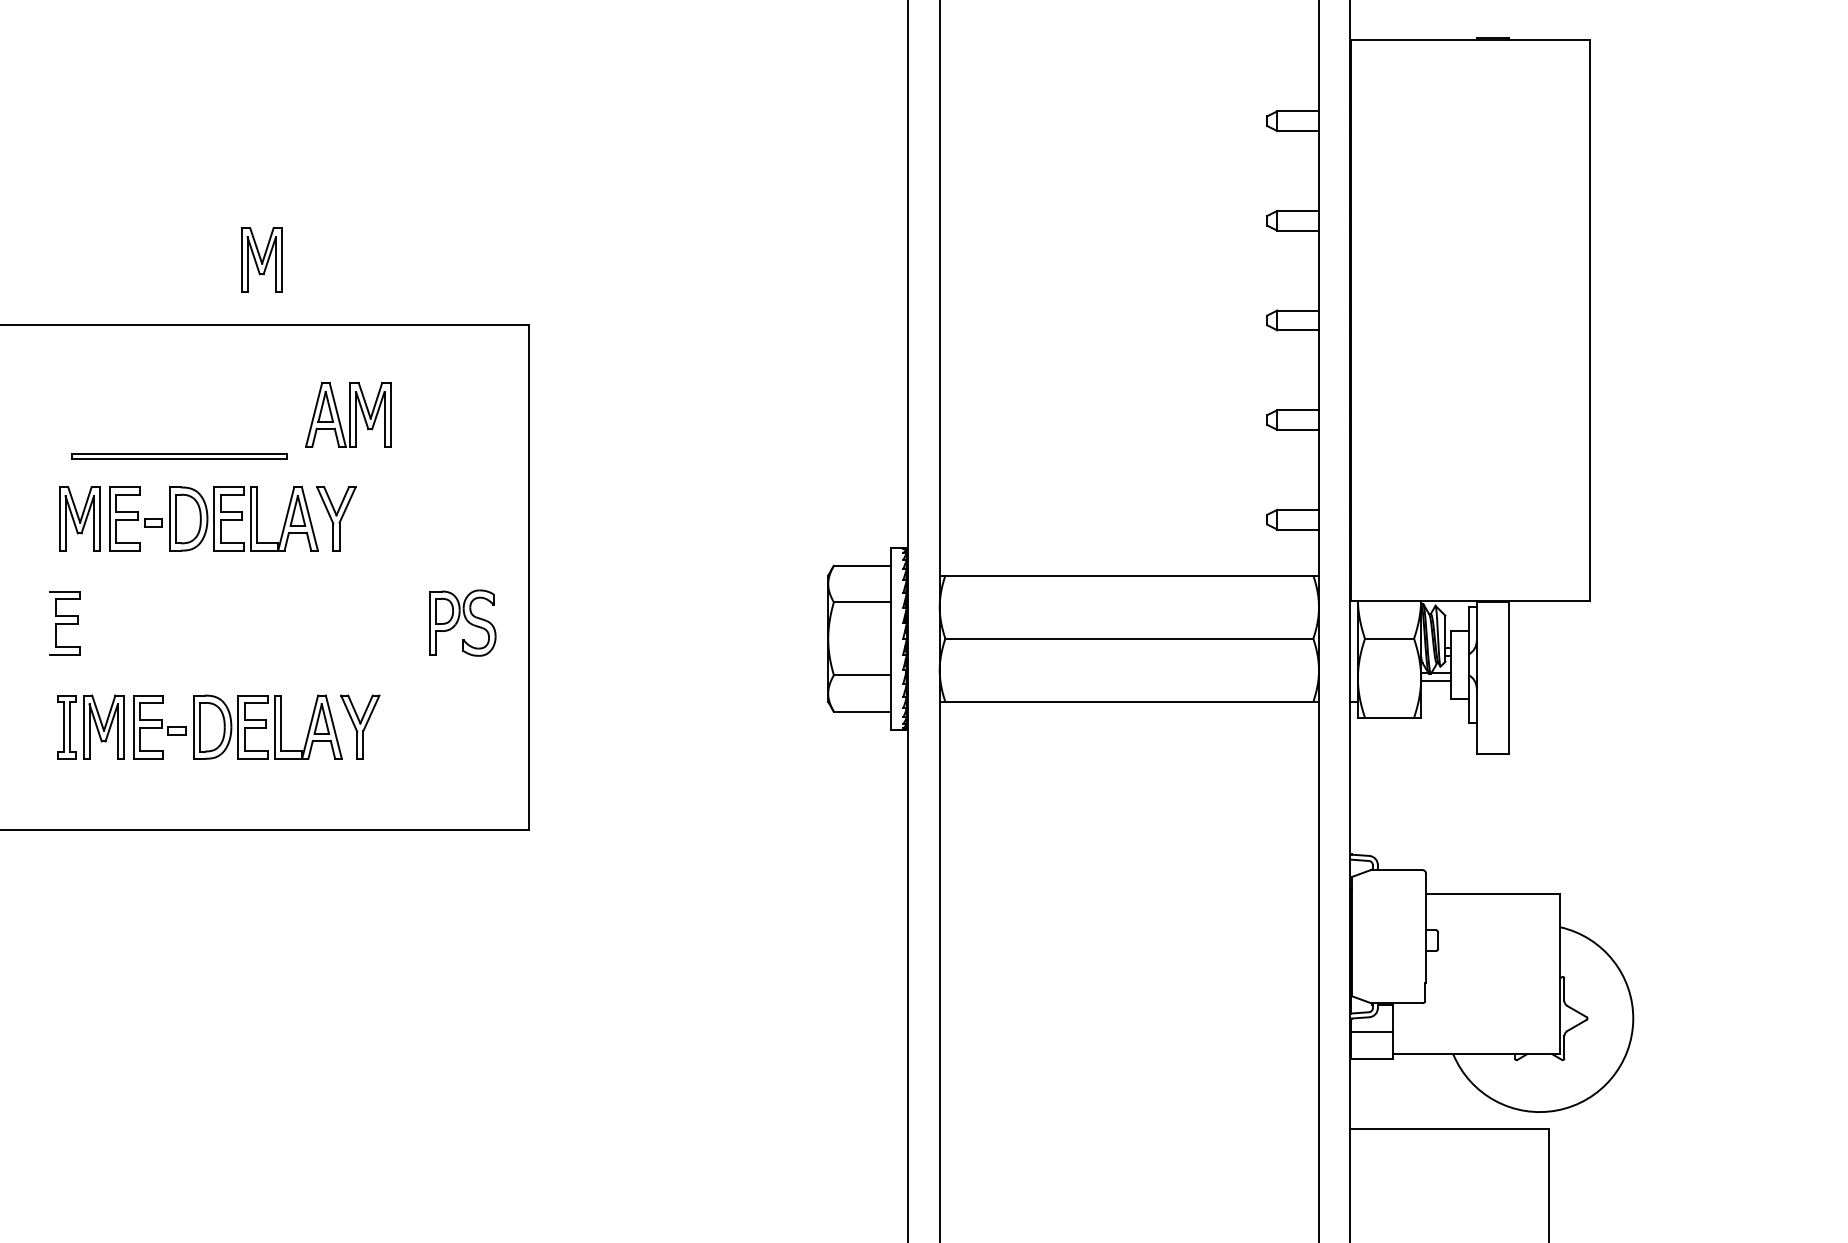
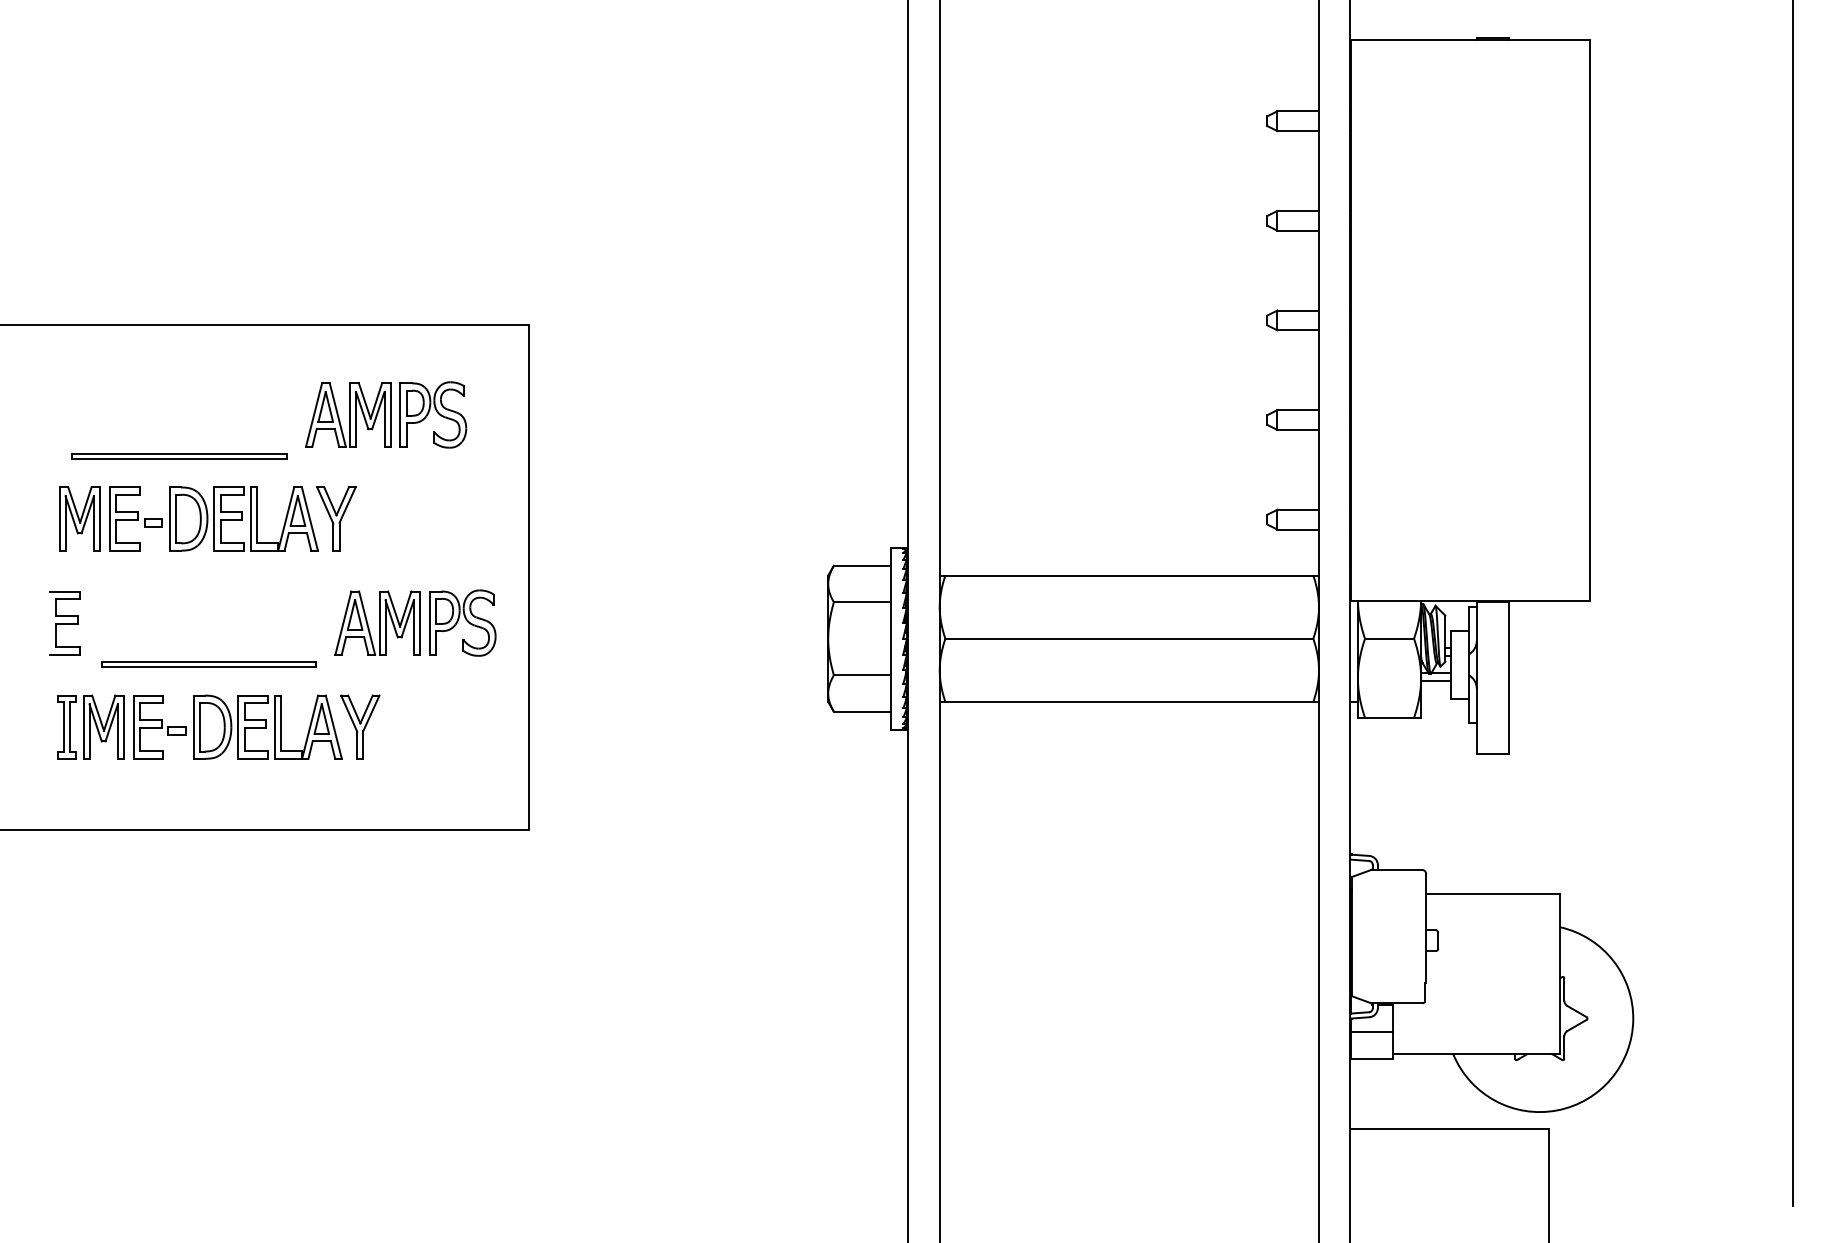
part at (261, 259): present -> none
part at (433, 414): none -> present
line at (1792, 603): none -> present
part at (377, 622): none -> present
part at (208, 664): none -> present
